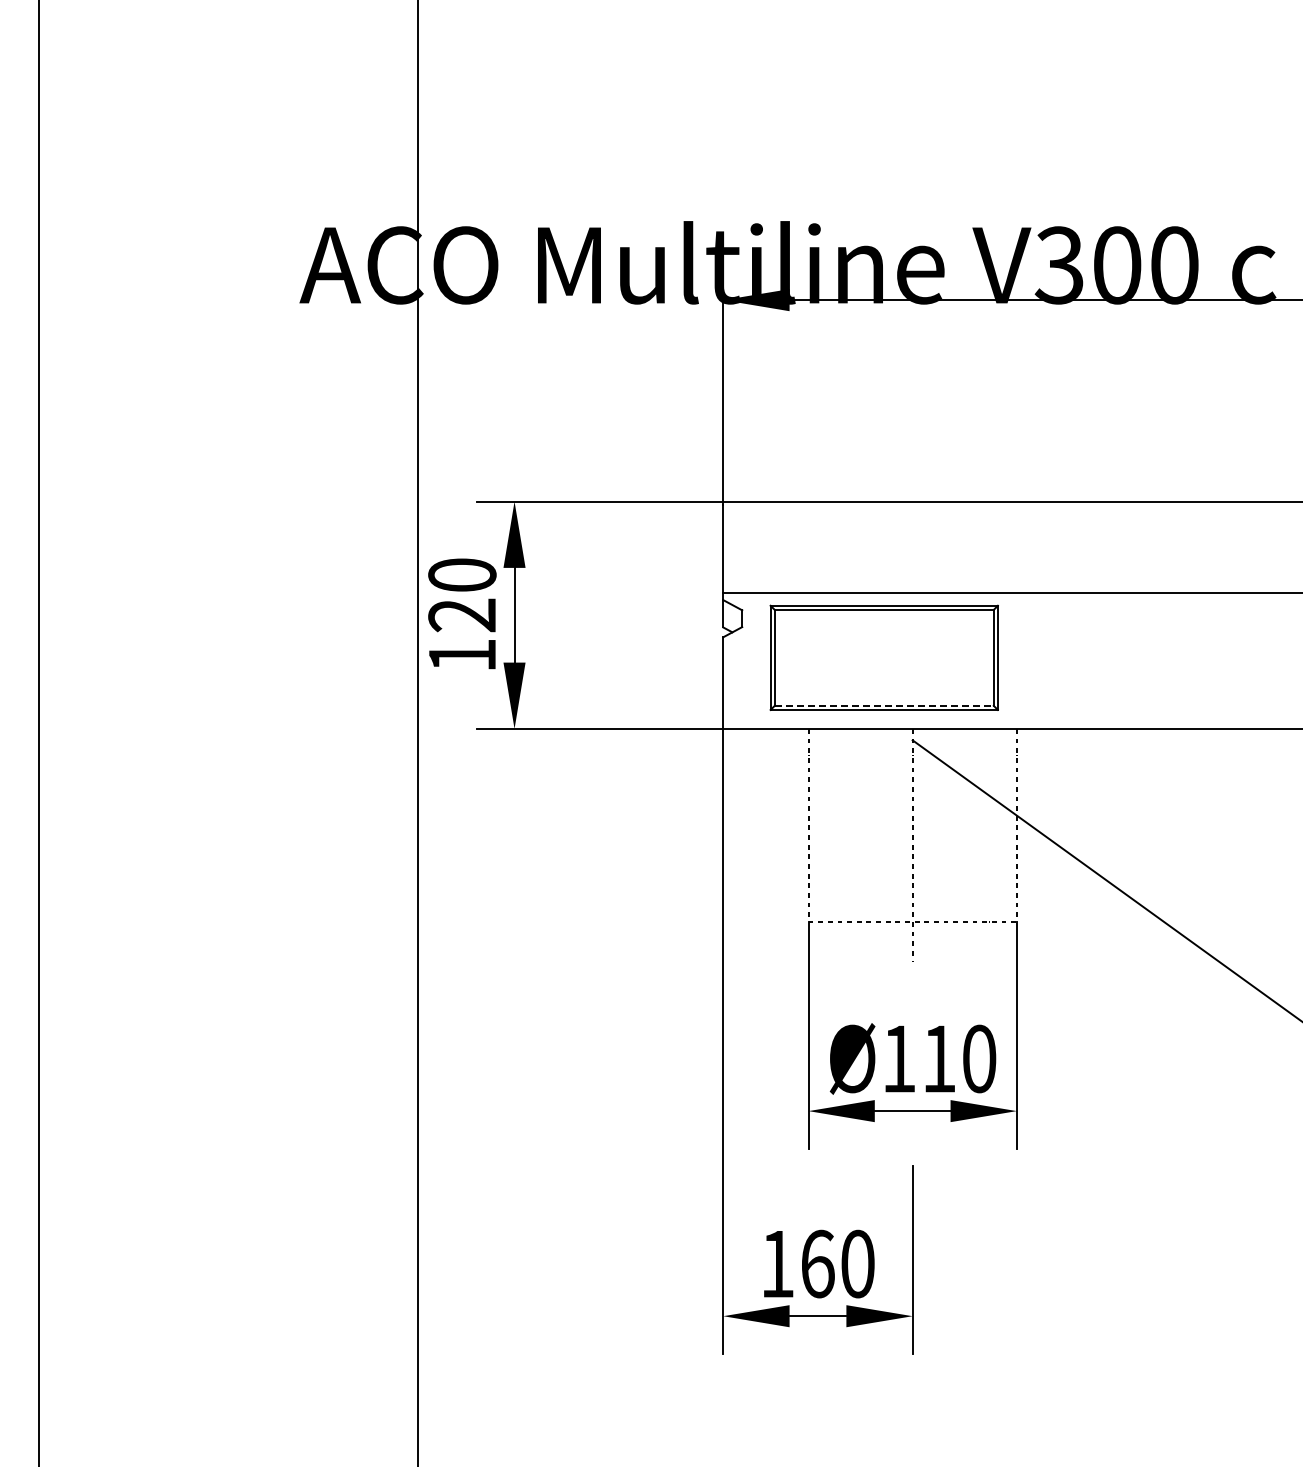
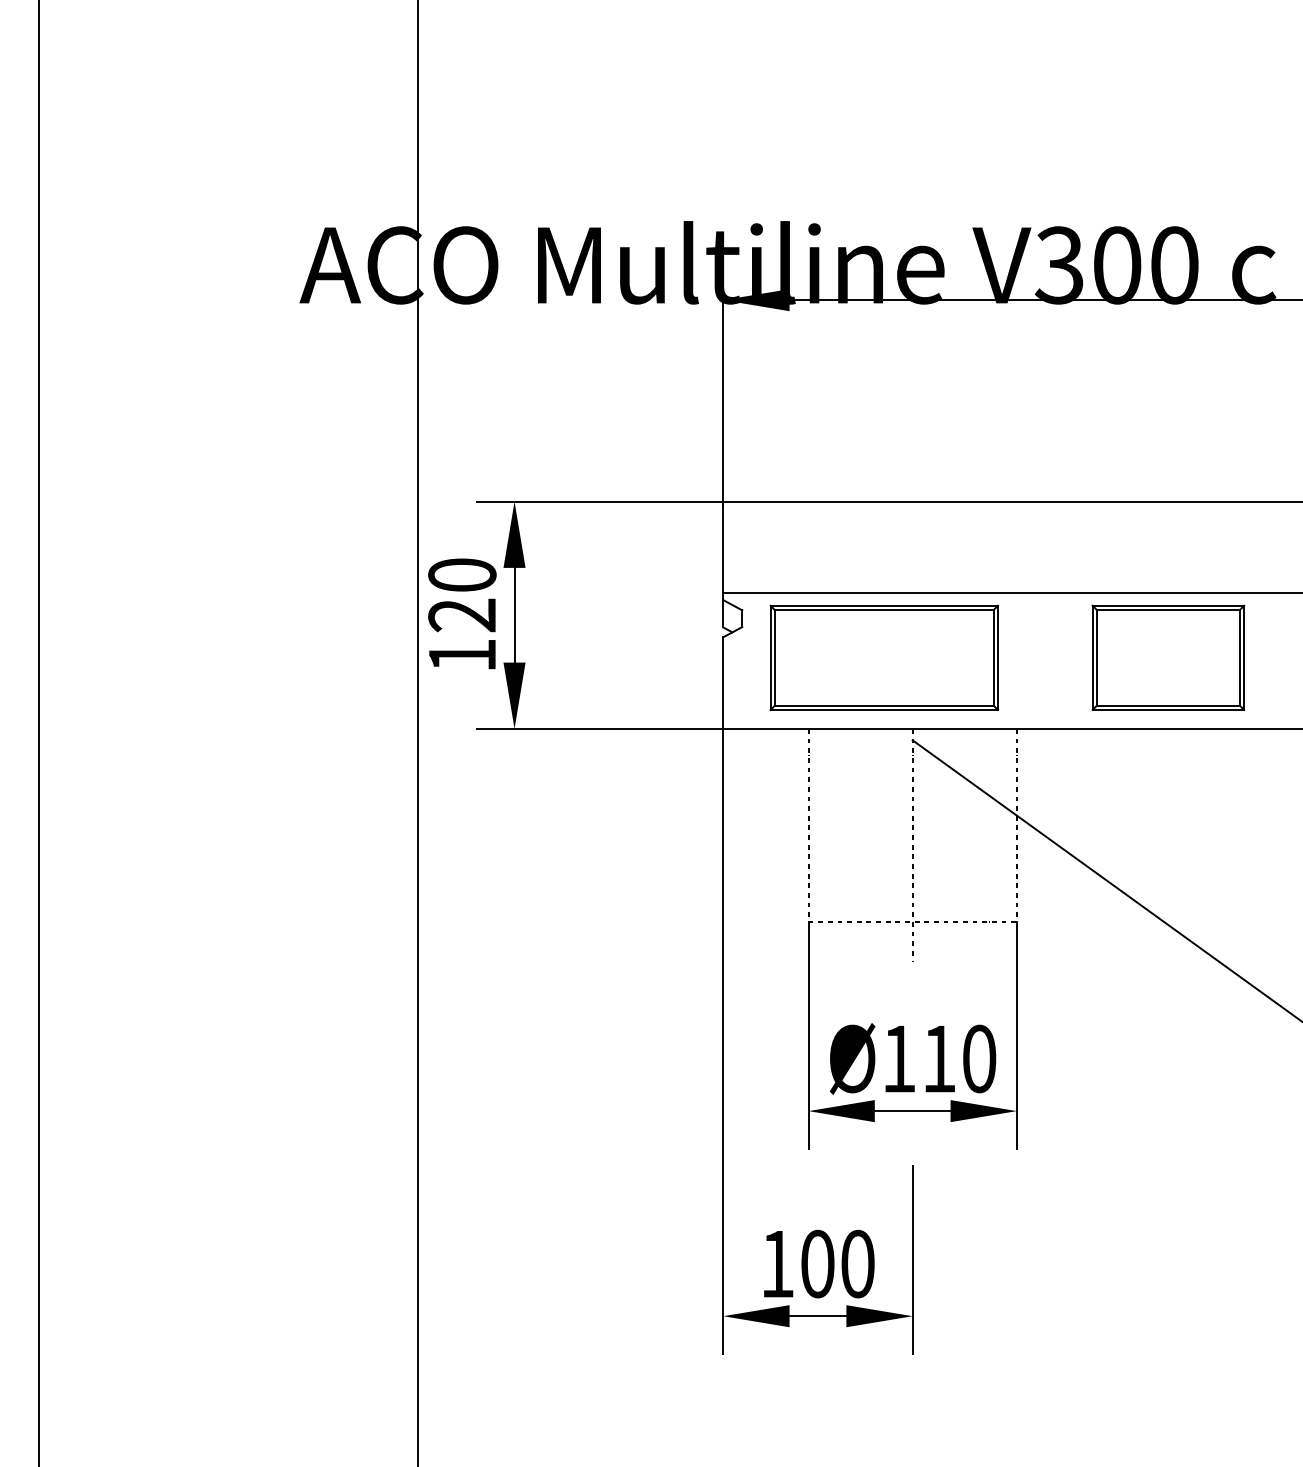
part at (1168, 657): none -> present
line at (884, 705): dashed -> solid
text at (817, 1263): 160 -> 100
